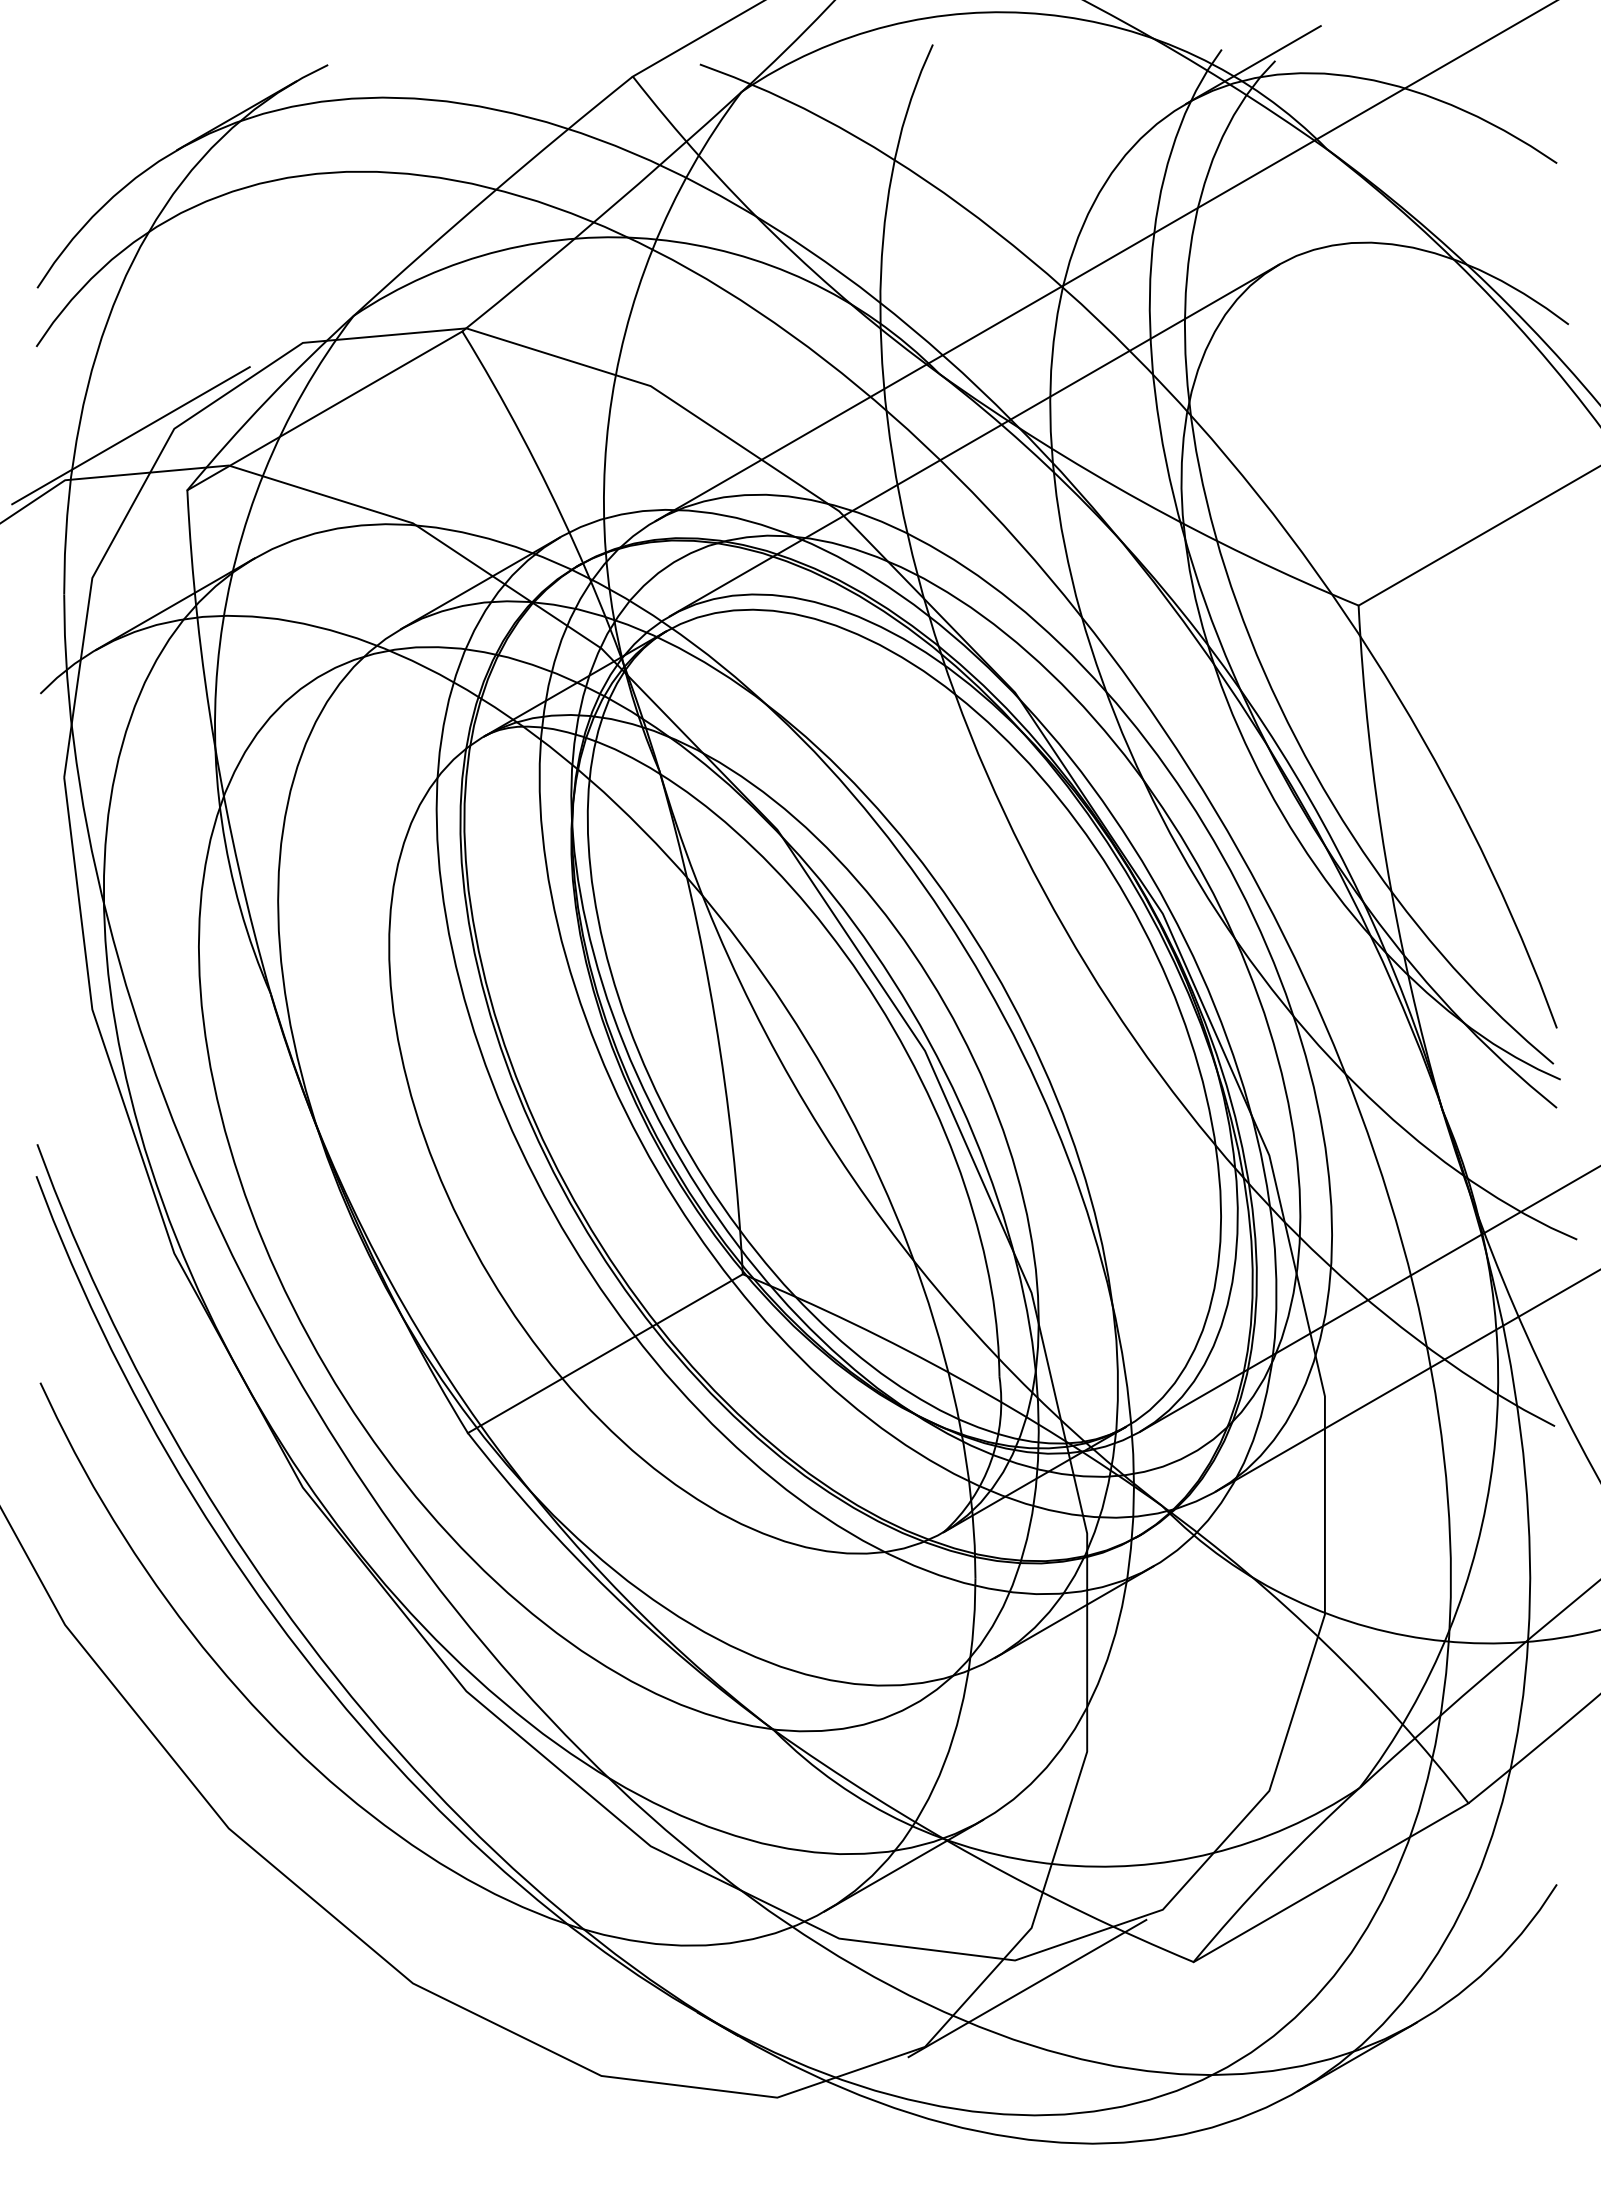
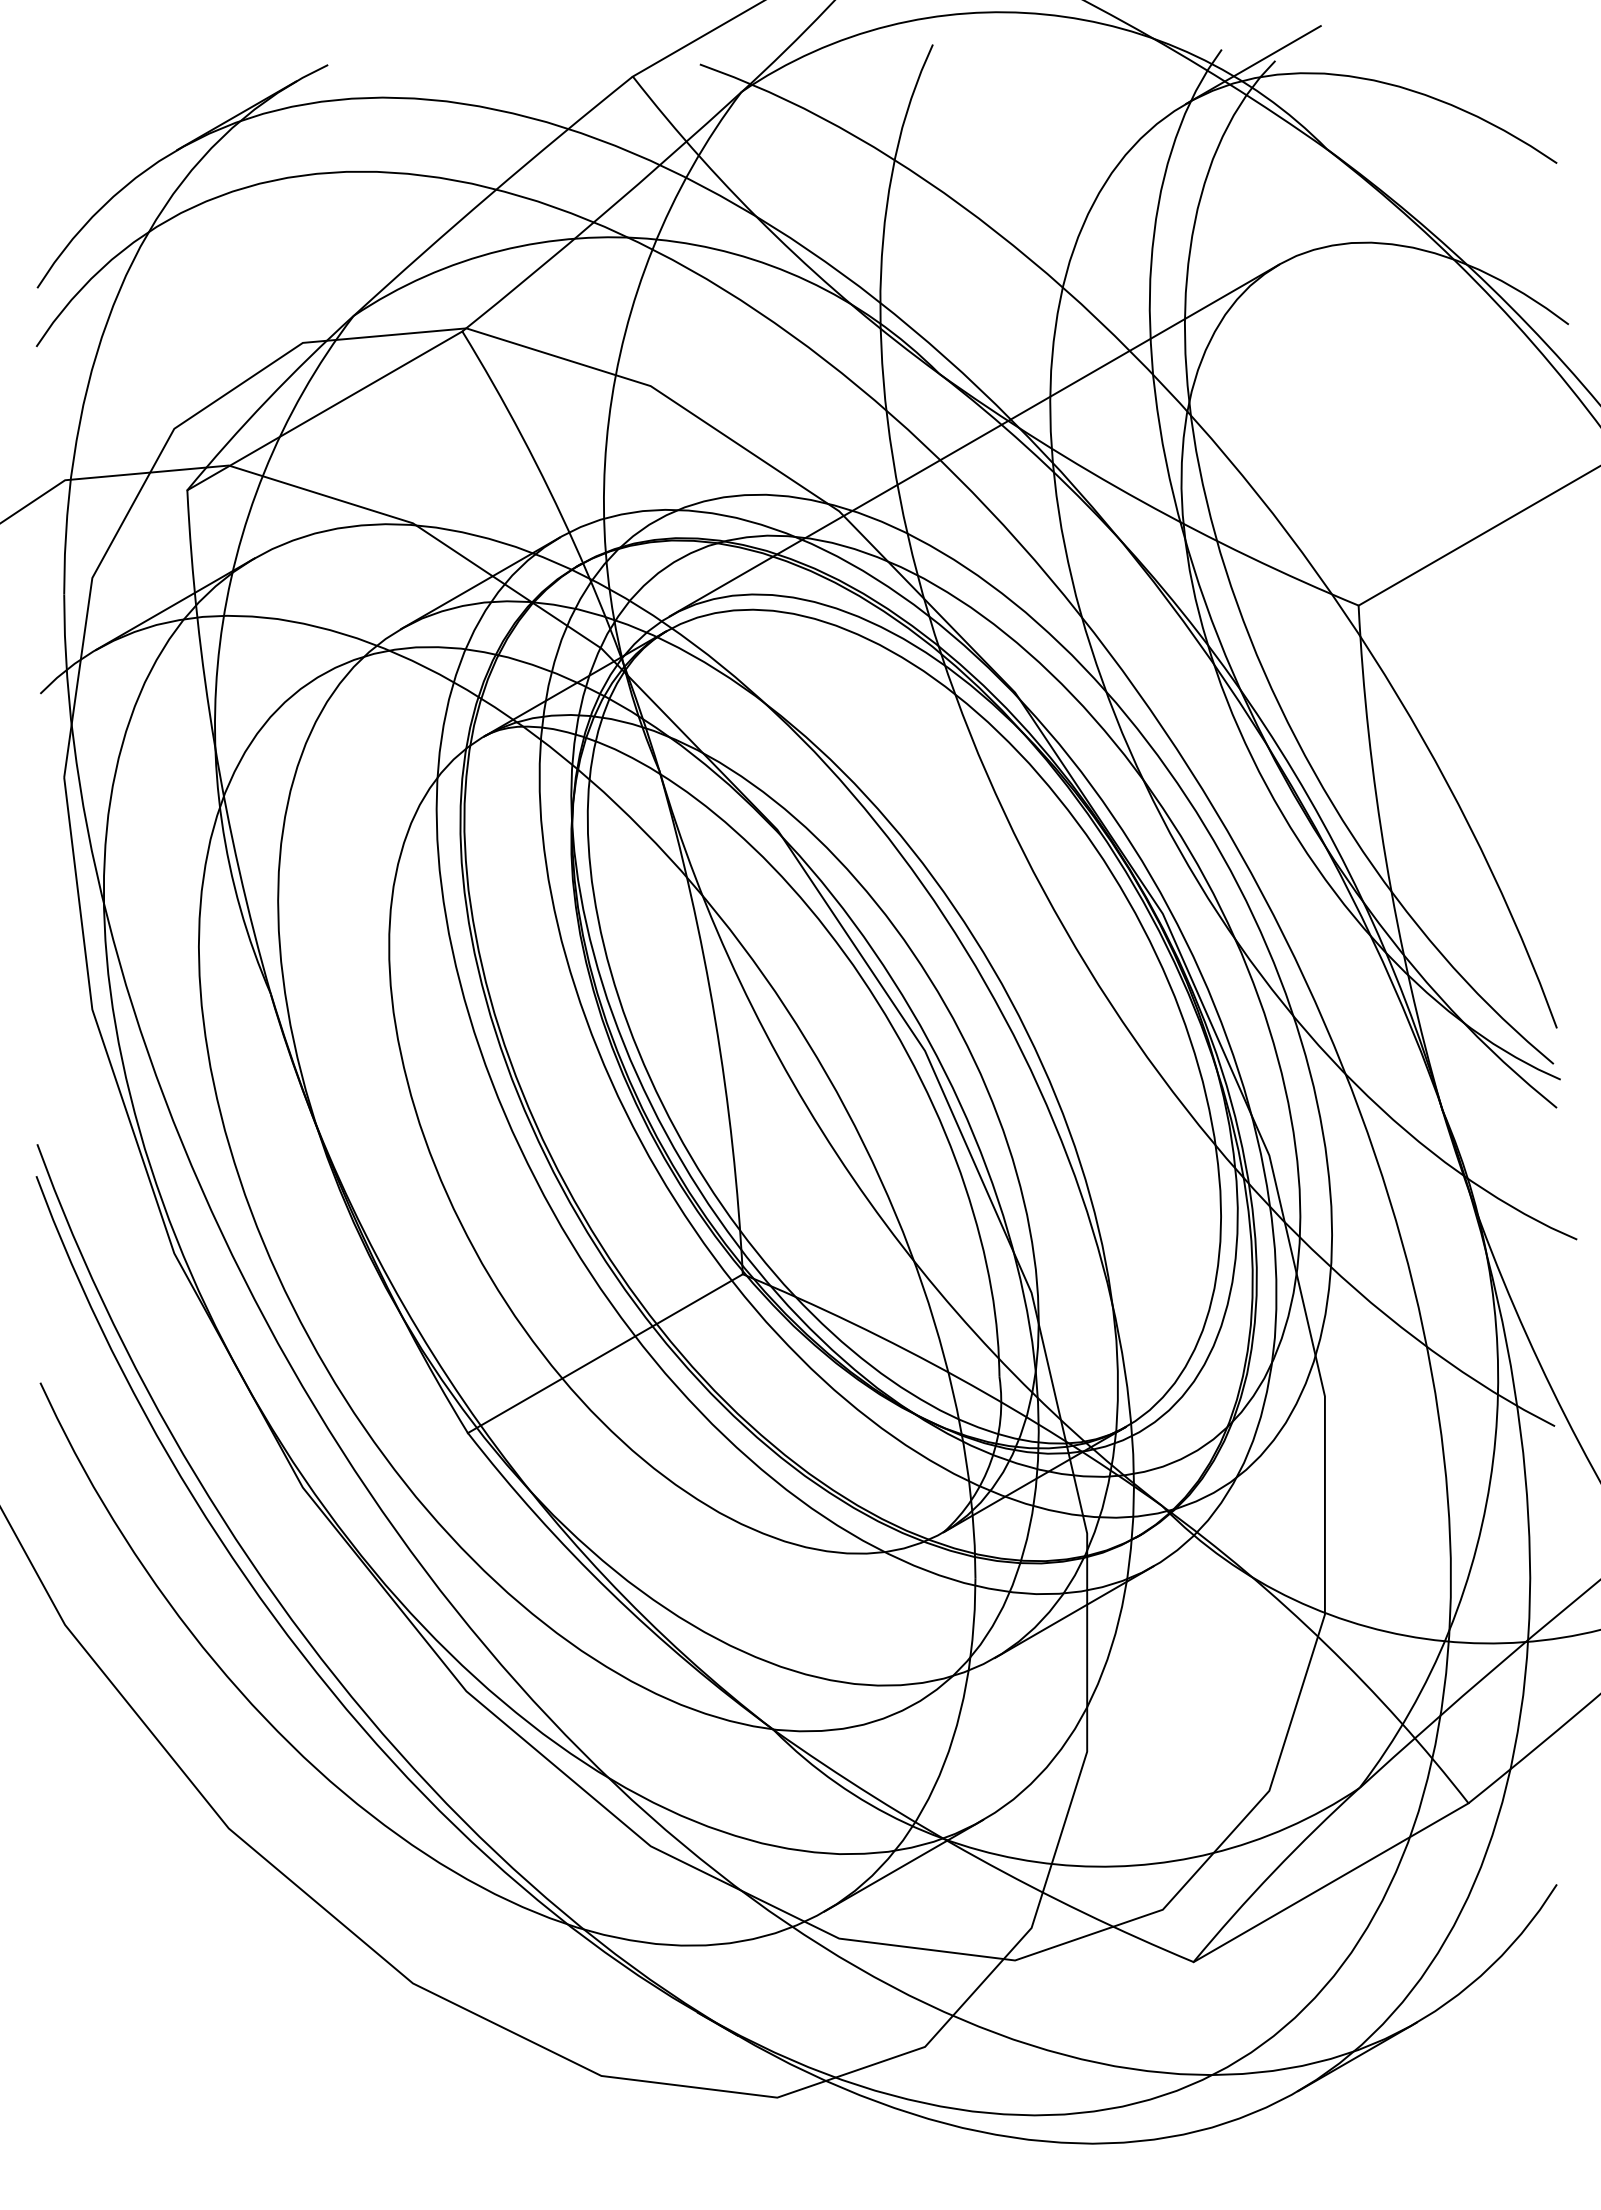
line at (1104, 261): present -> none
line at (130, 435): present -> none
line at (1368, 1299): present -> none
line at (1406, 1381): present -> none
line at (1027, 1988): present -> none
